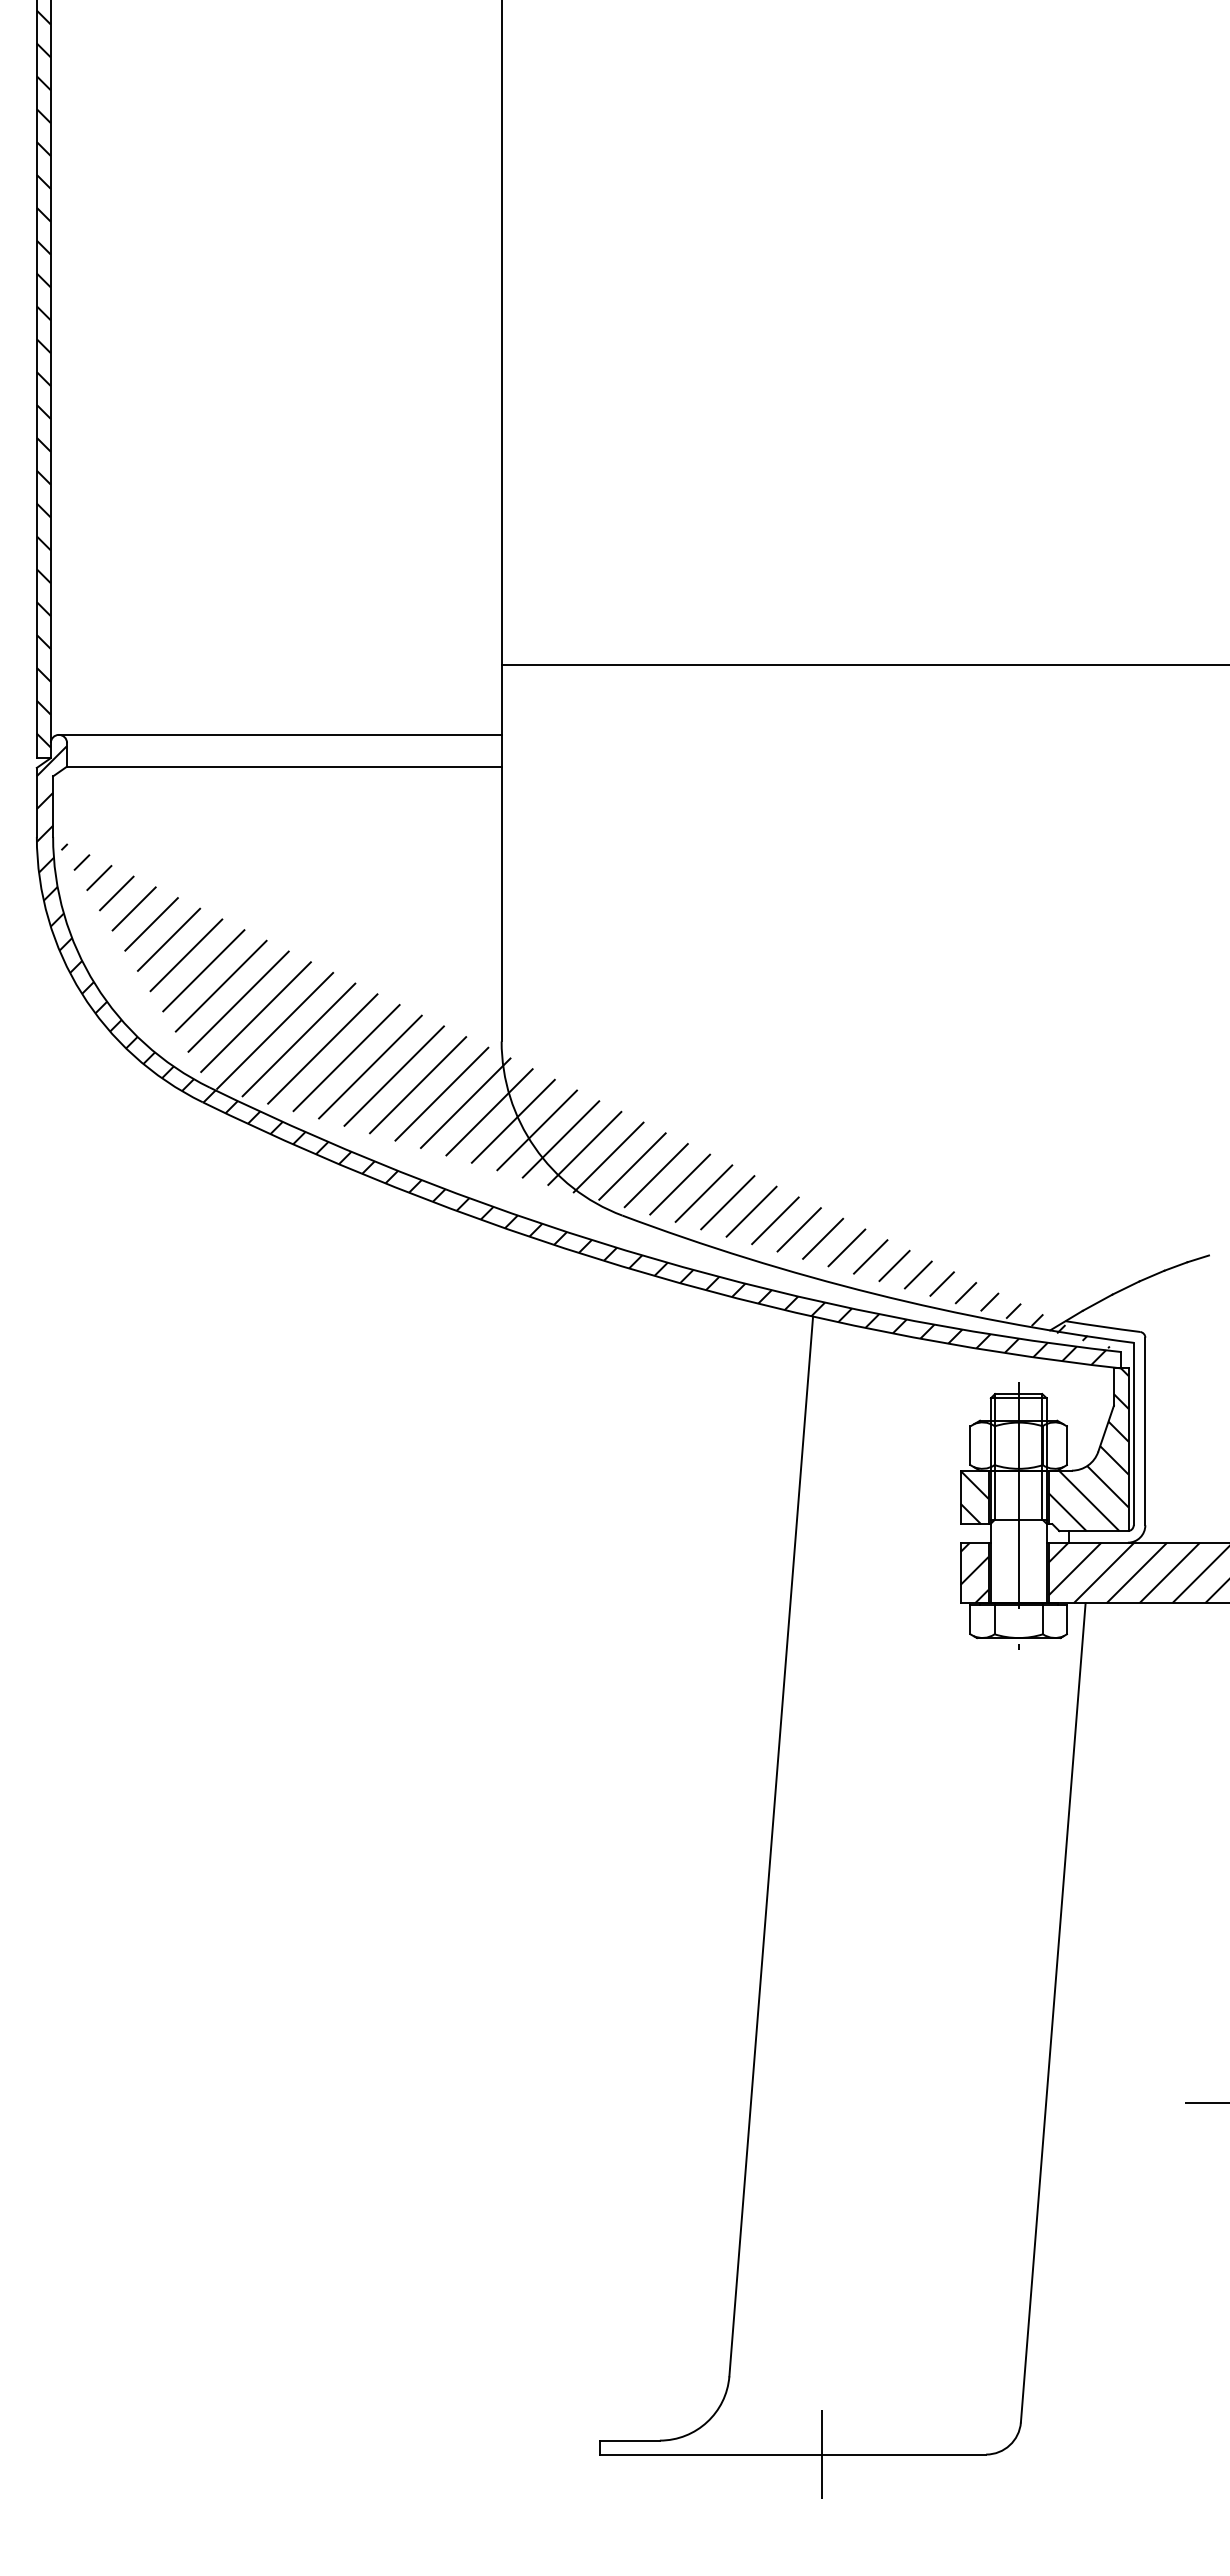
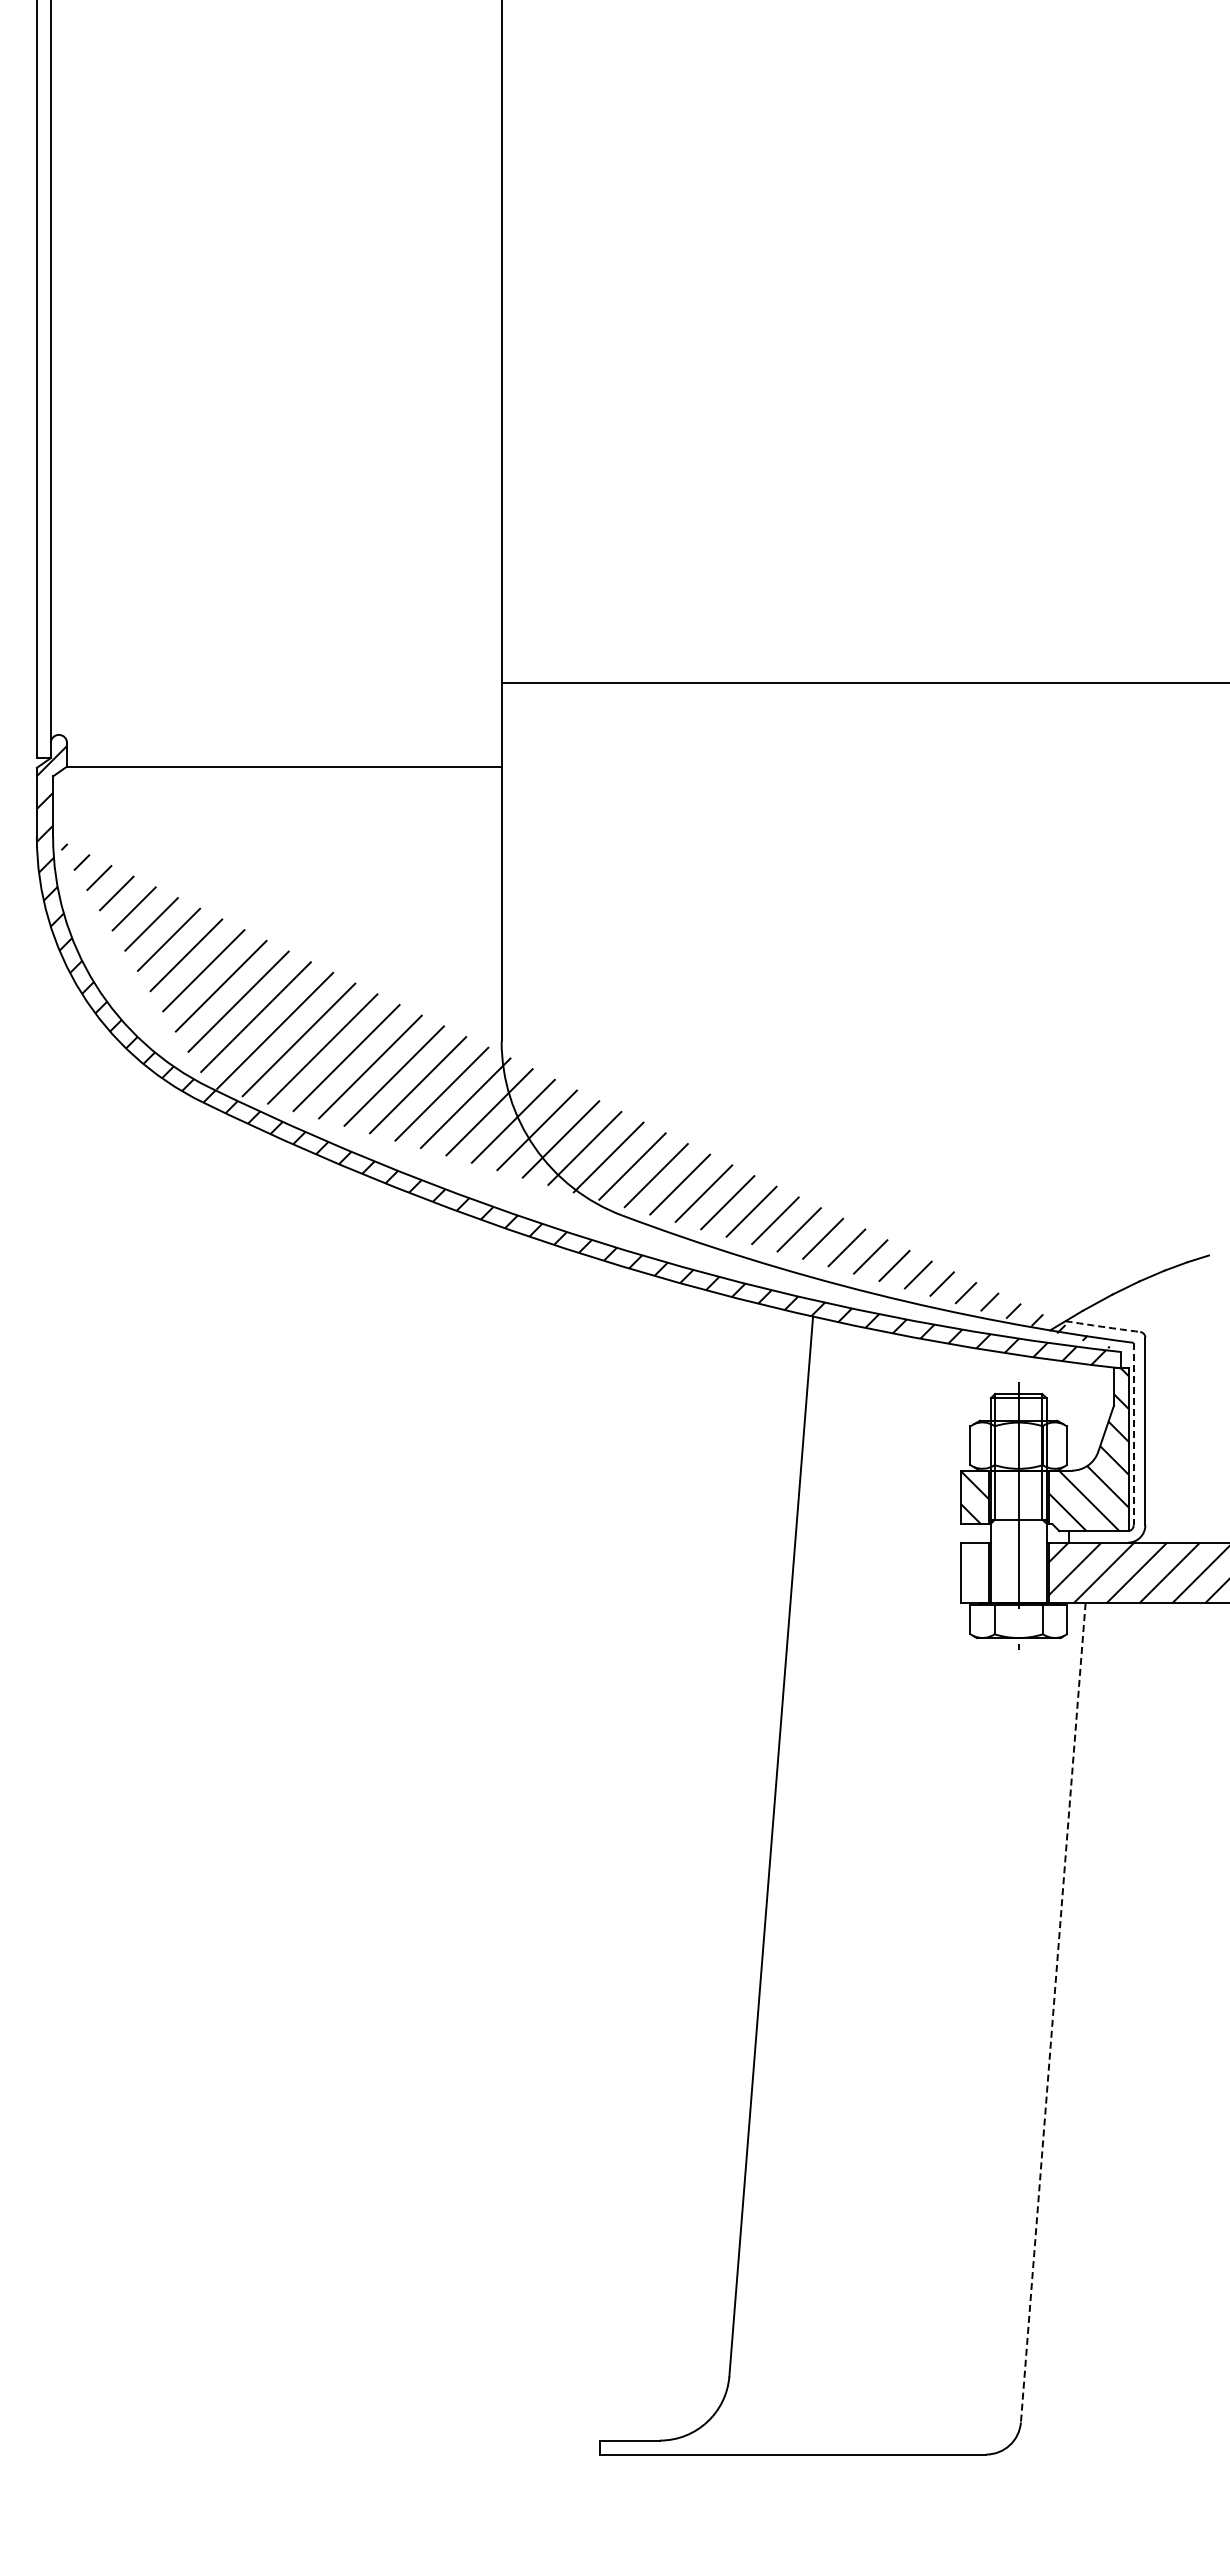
hatch at (43, 378): present -> none
line at (863, 665) position: (863, 665) -> (863, 683)
line at (279, 734): present -> none
arc at (1102, 1326): solid -> dashed
line at (1133, 1434): solid -> dashed
hatch at (974, 1572): present -> none
line at (1053, 2012): solid -> dashed
line at (1205, 2102): present -> none
line at (822, 2454): present -> none
